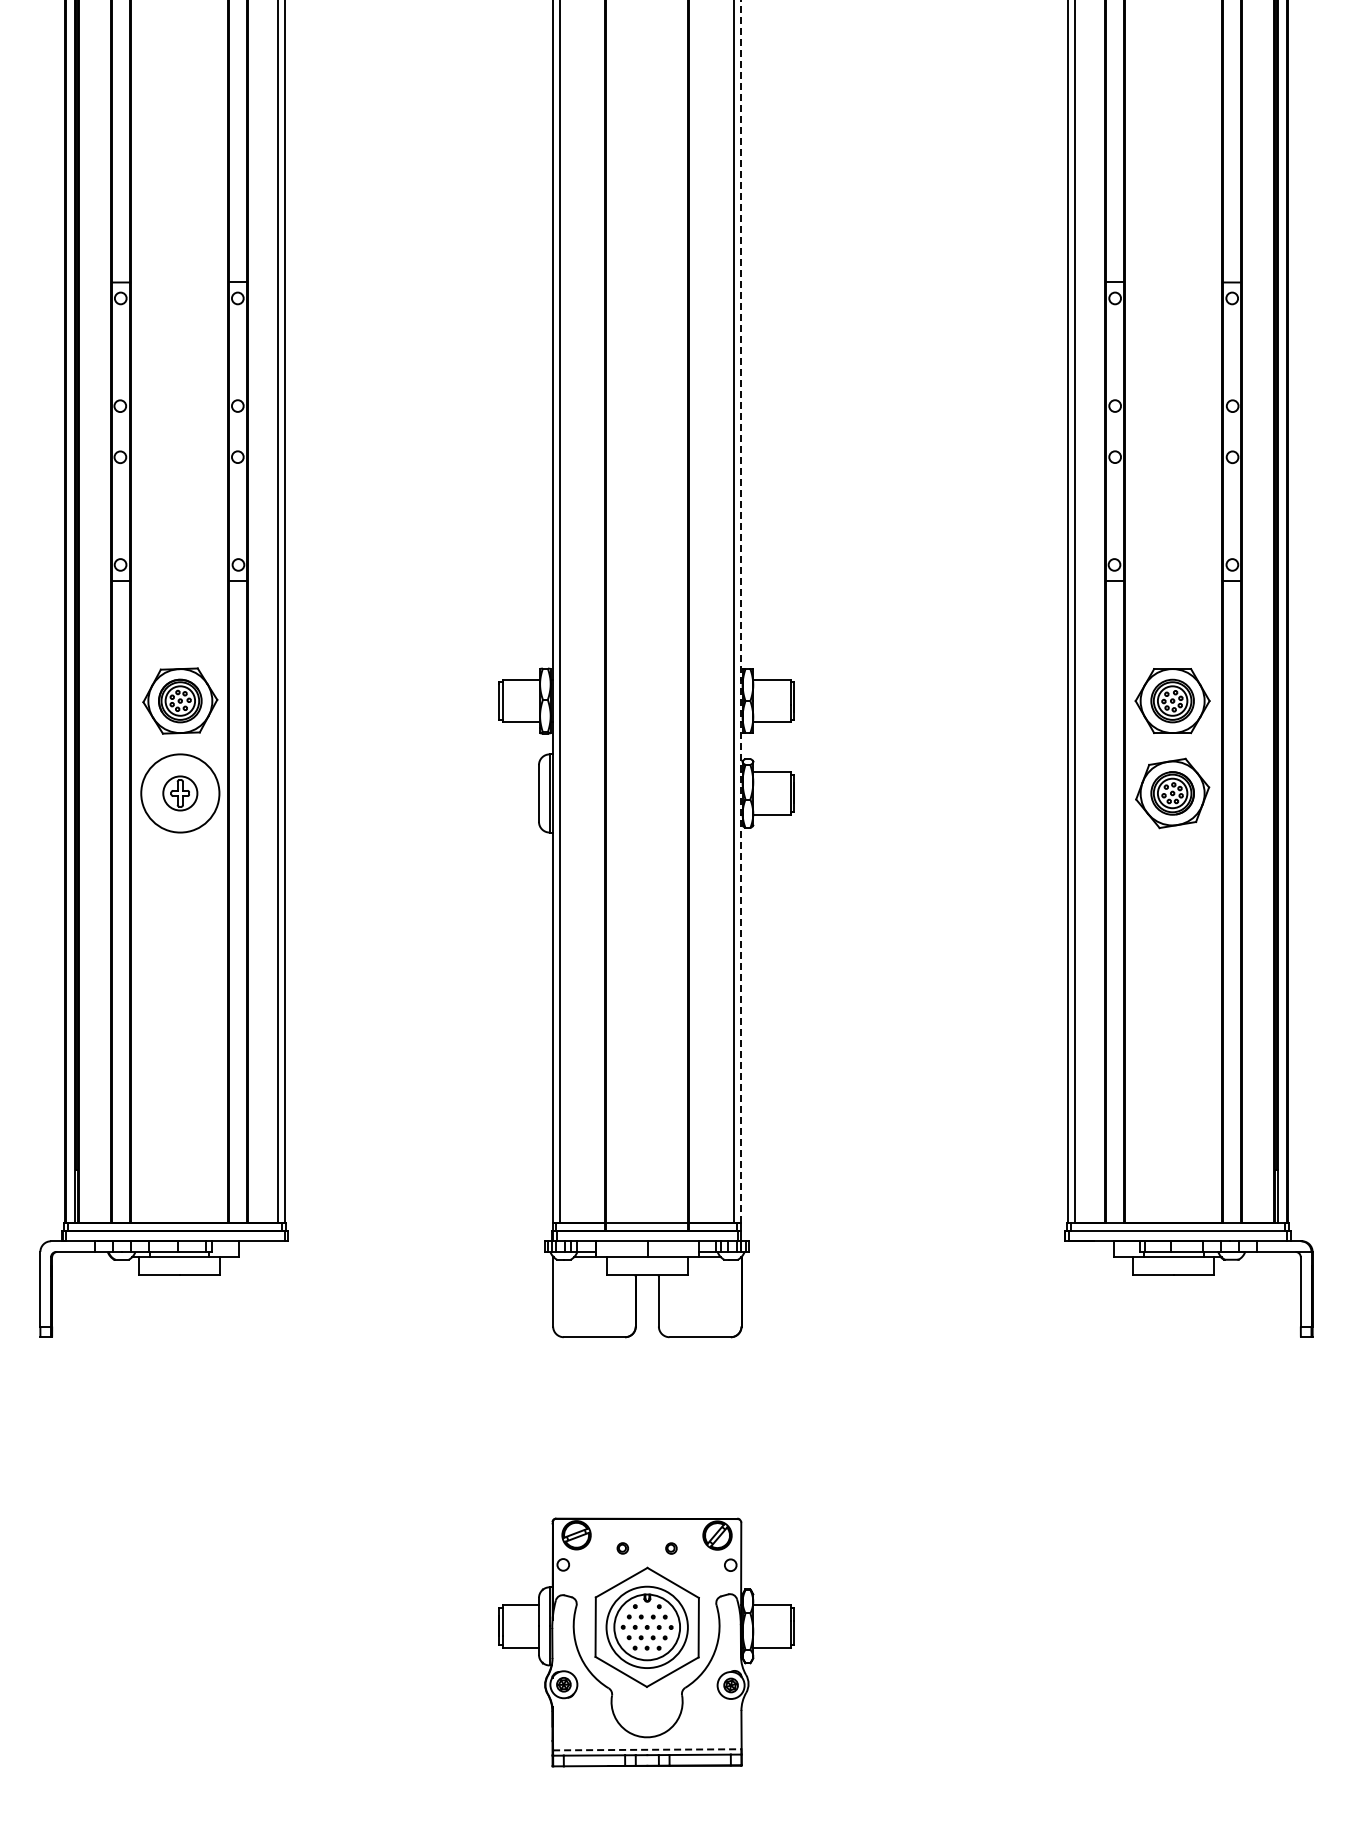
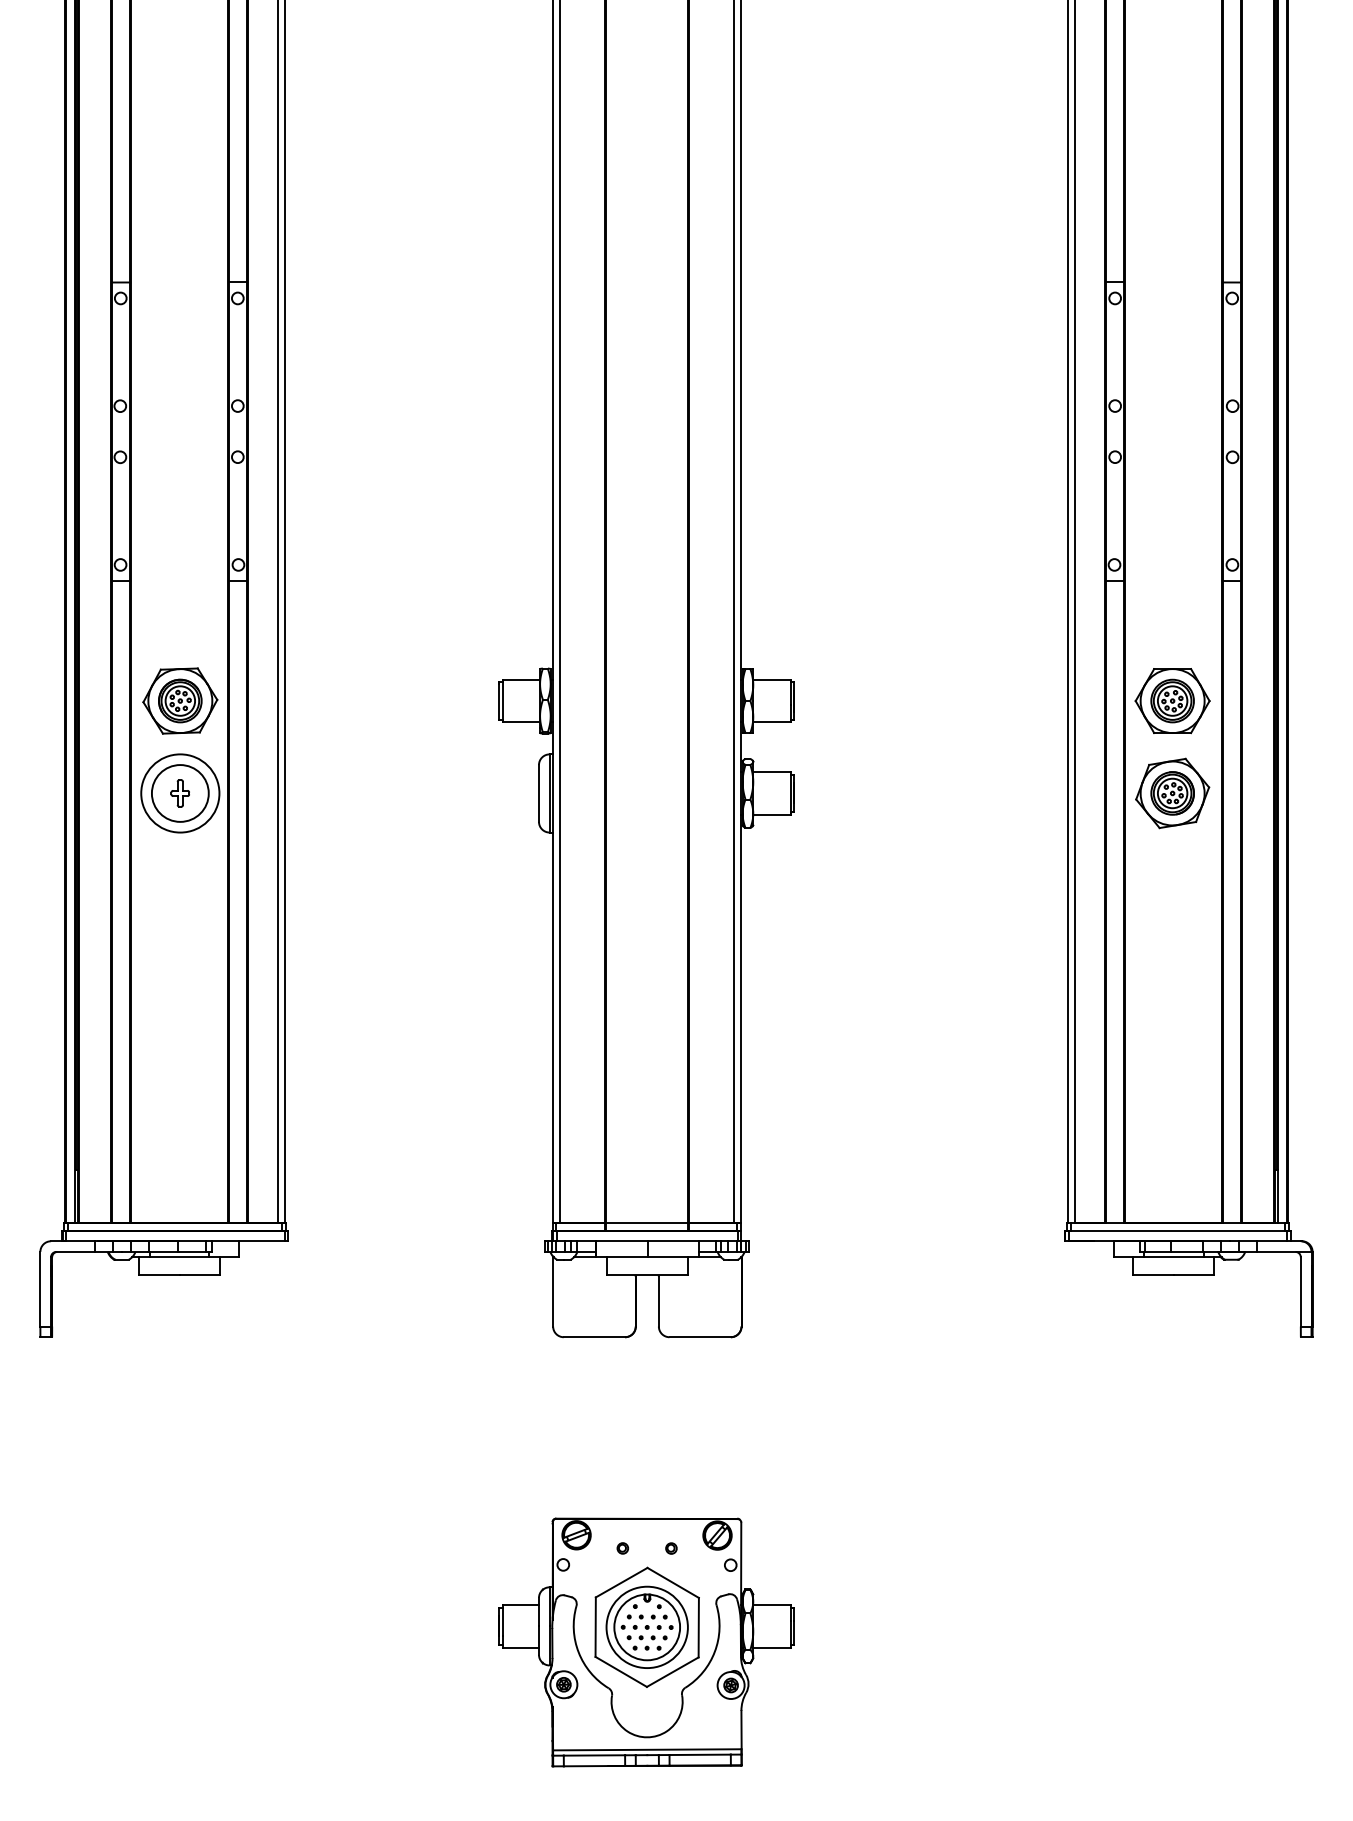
line at (740, 611): dashed -> solid
circle at (180, 793) diameter: 34 px -> 57 px
line at (647, 1749): dashed -> solid
